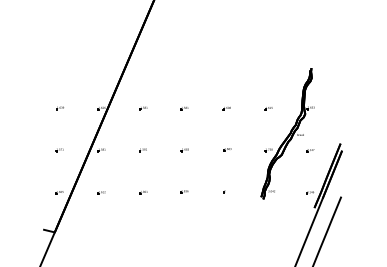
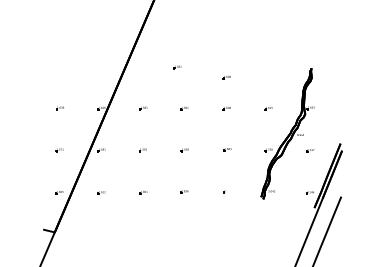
part at (177, 67): none -> present
part at (226, 77): none -> present
